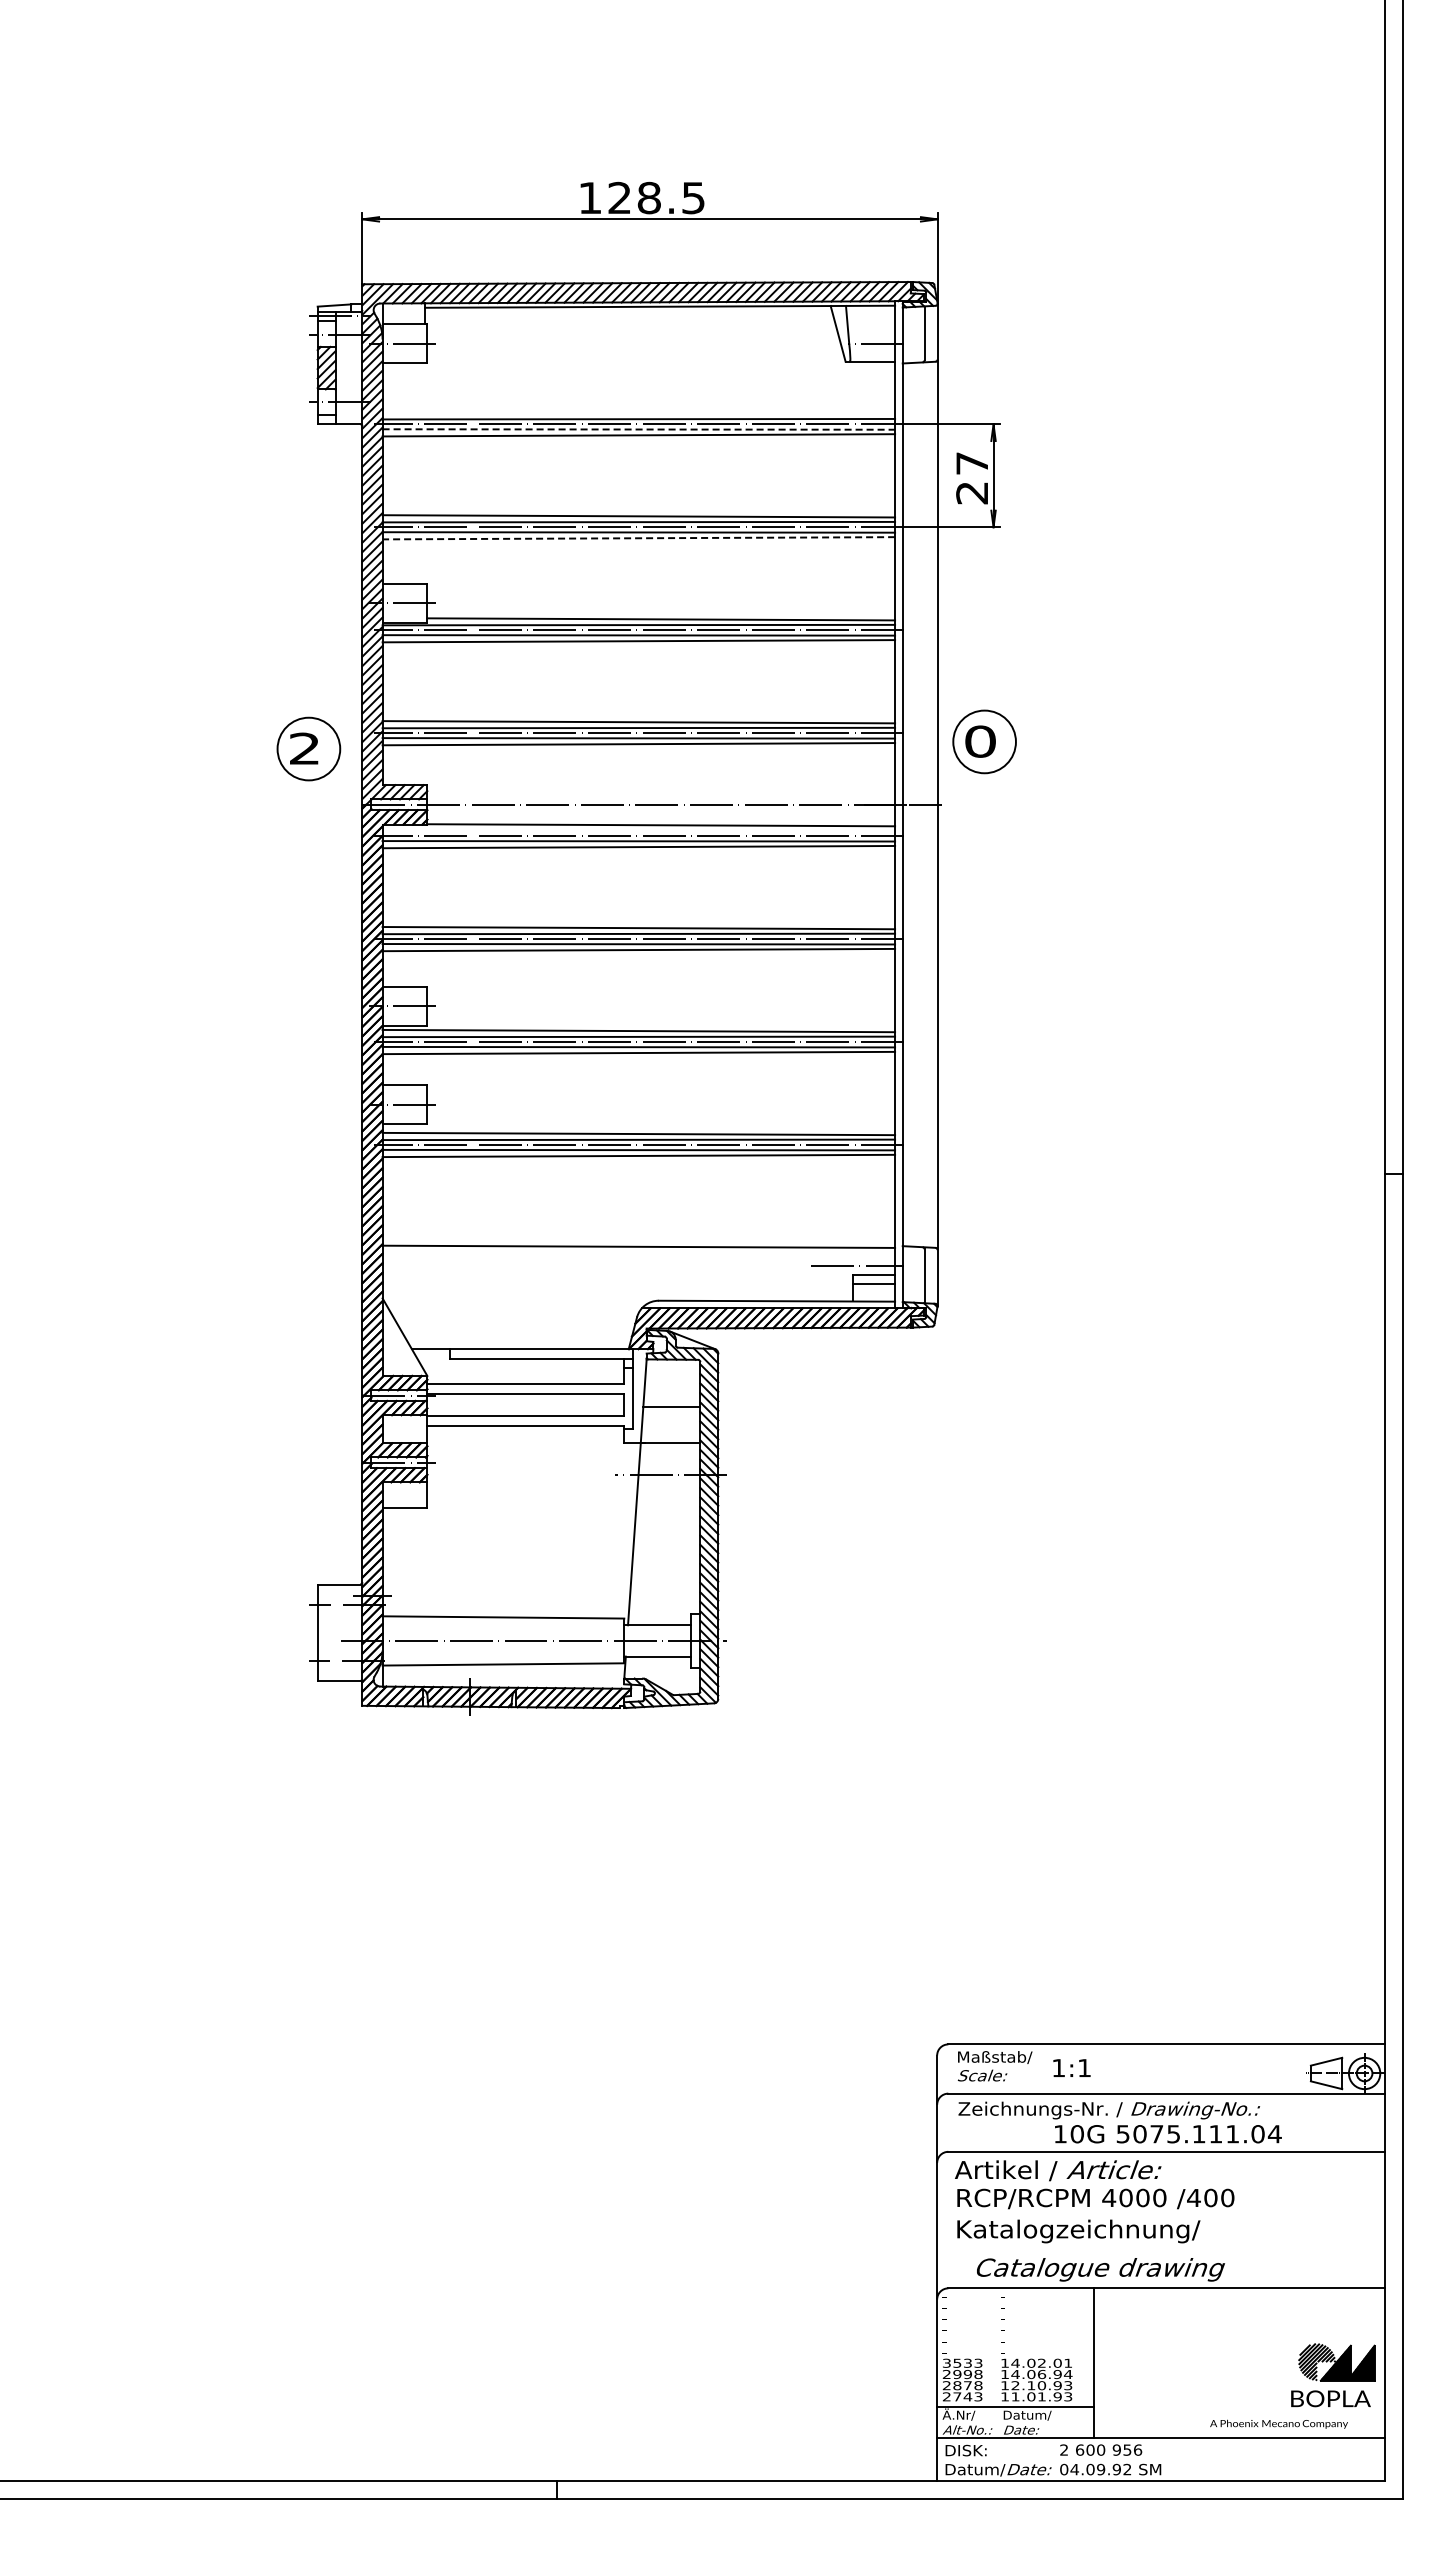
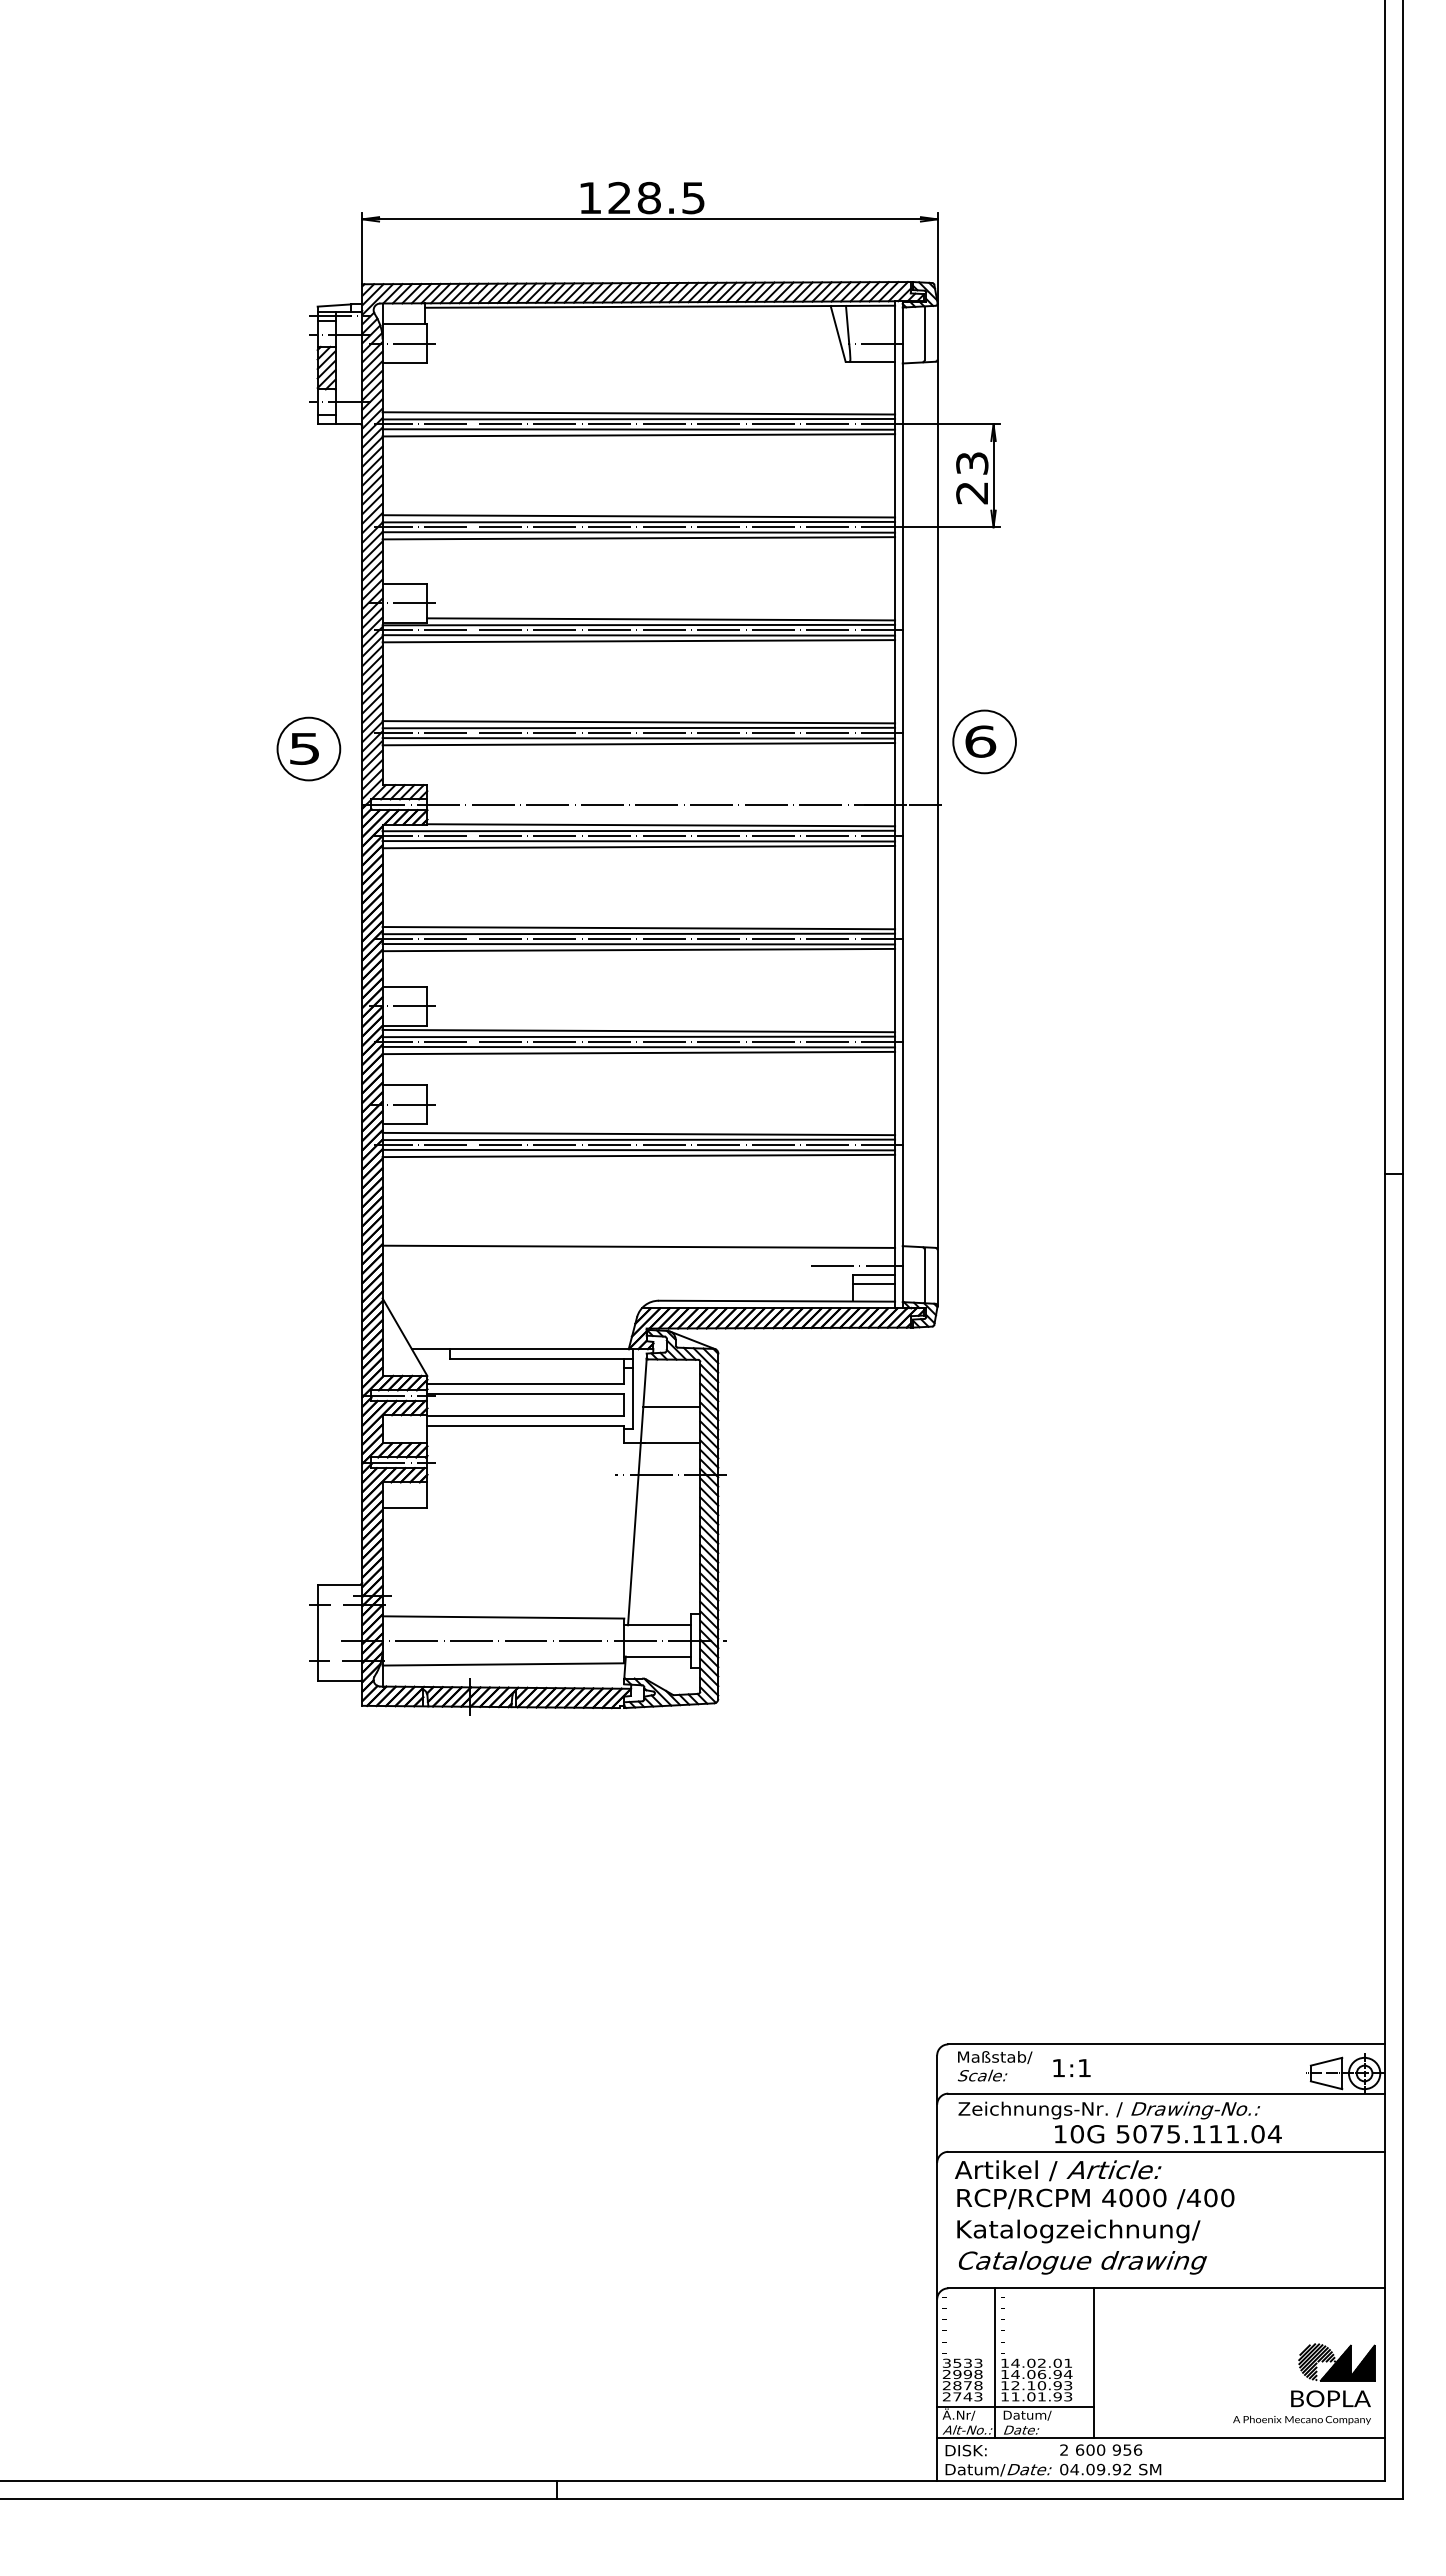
line at (638, 413): none -> present
line at (639, 429): dashed -> solid
text at (972, 463): 27 -> 23
line at (638, 538): dashed -> solid
text at (980, 741): 0 -> 6
text at (304, 748): 2 -> 5
line at (638, 830): none -> present
text at (1100, 2269) position: (1100, 2269) -> (1082, 2262)
line at (995, 2363): none -> present
text at (1278, 2423) position: (1278, 2423) -> (1301, 2419)
